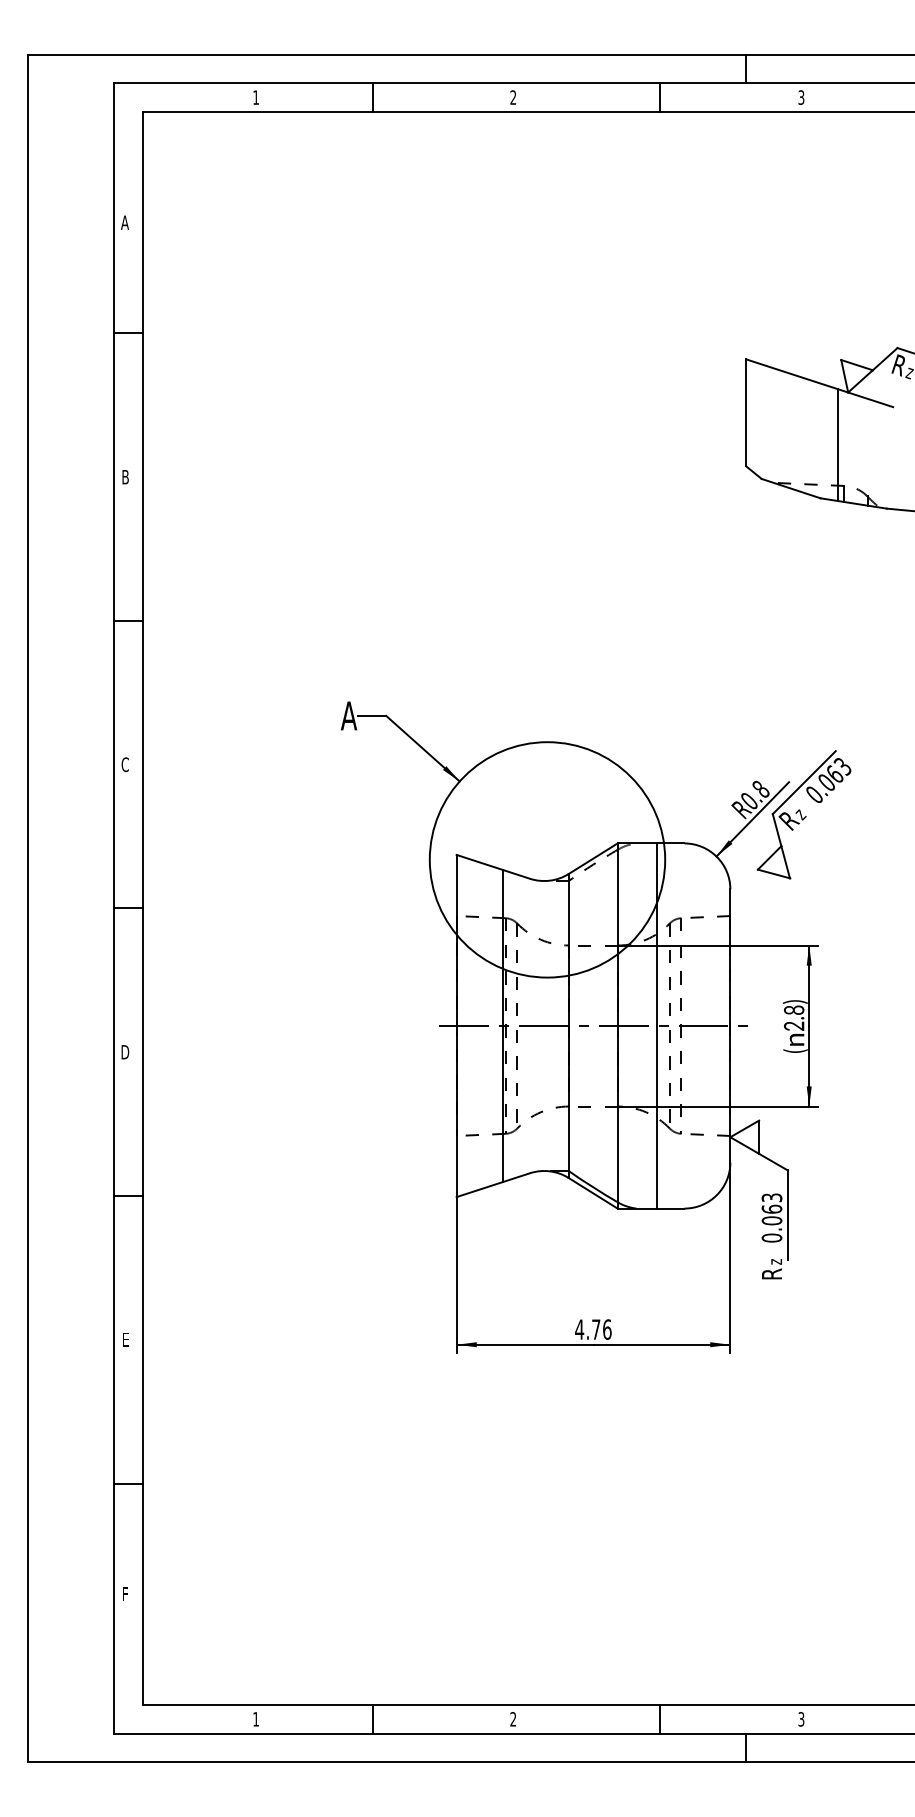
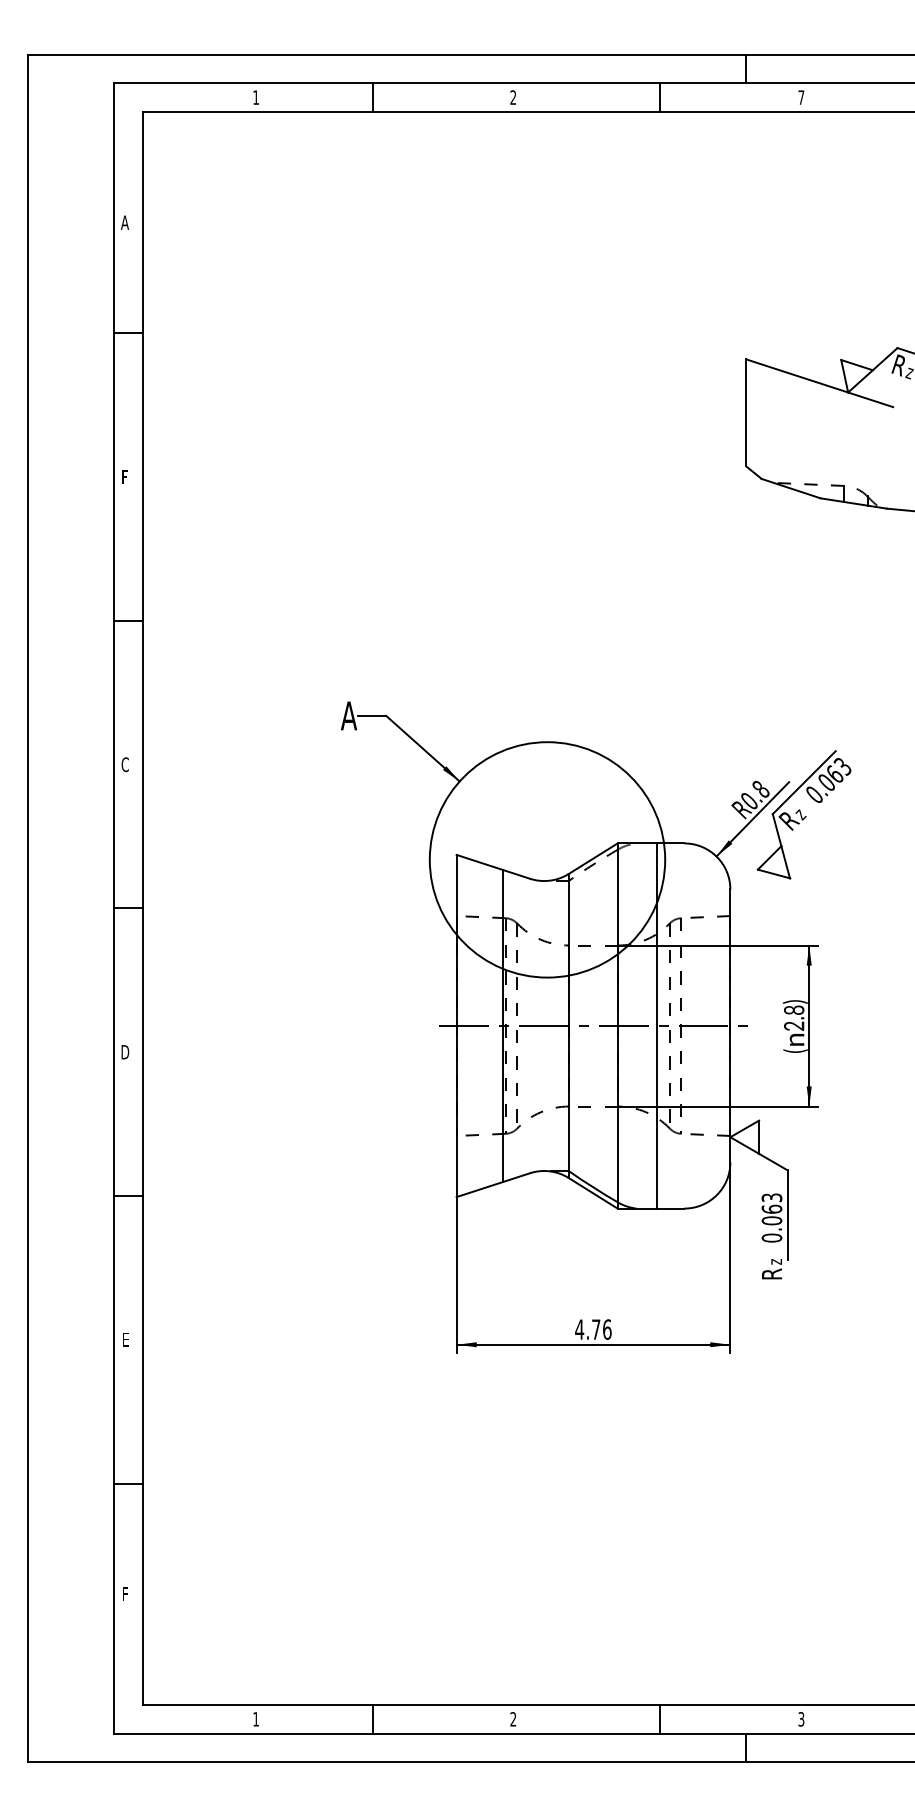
text at (801, 97): 3 -> 7
line at (838, 445): present -> none
text at (125, 477): B -> F
